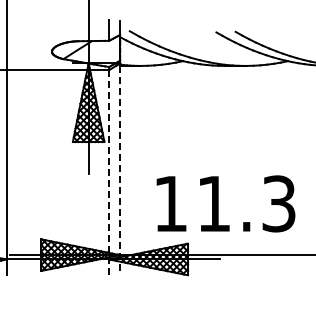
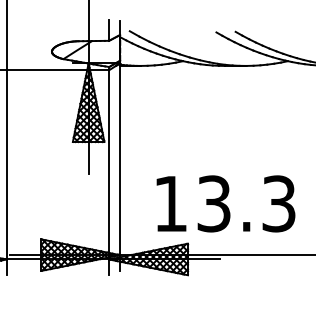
line at (120, 168): dashed -> solid
line at (109, 172): dashed -> solid
text at (213, 203): 11.3 -> 13.3
